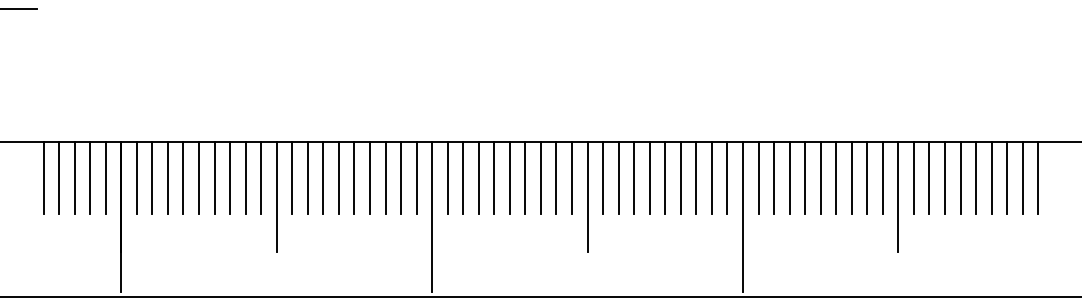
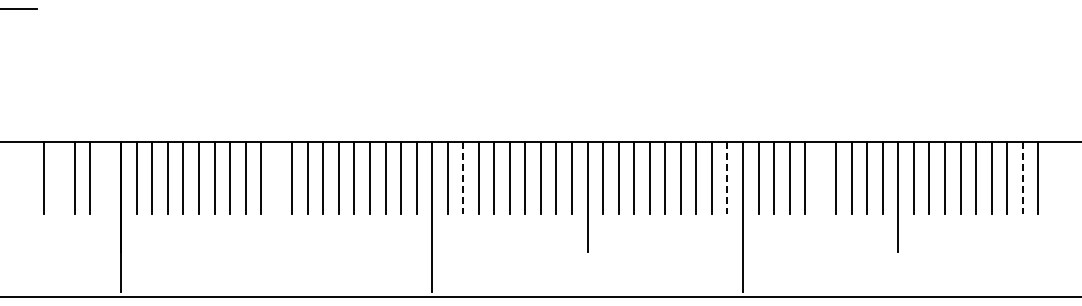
line at (59, 177): present -> none
line at (105, 177): present -> none
line at (463, 177): solid -> dashed
line at (727, 177): solid -> dashed
line at (820, 177): present -> none
line at (1022, 177): solid -> dashed
line at (276, 196): present -> none
